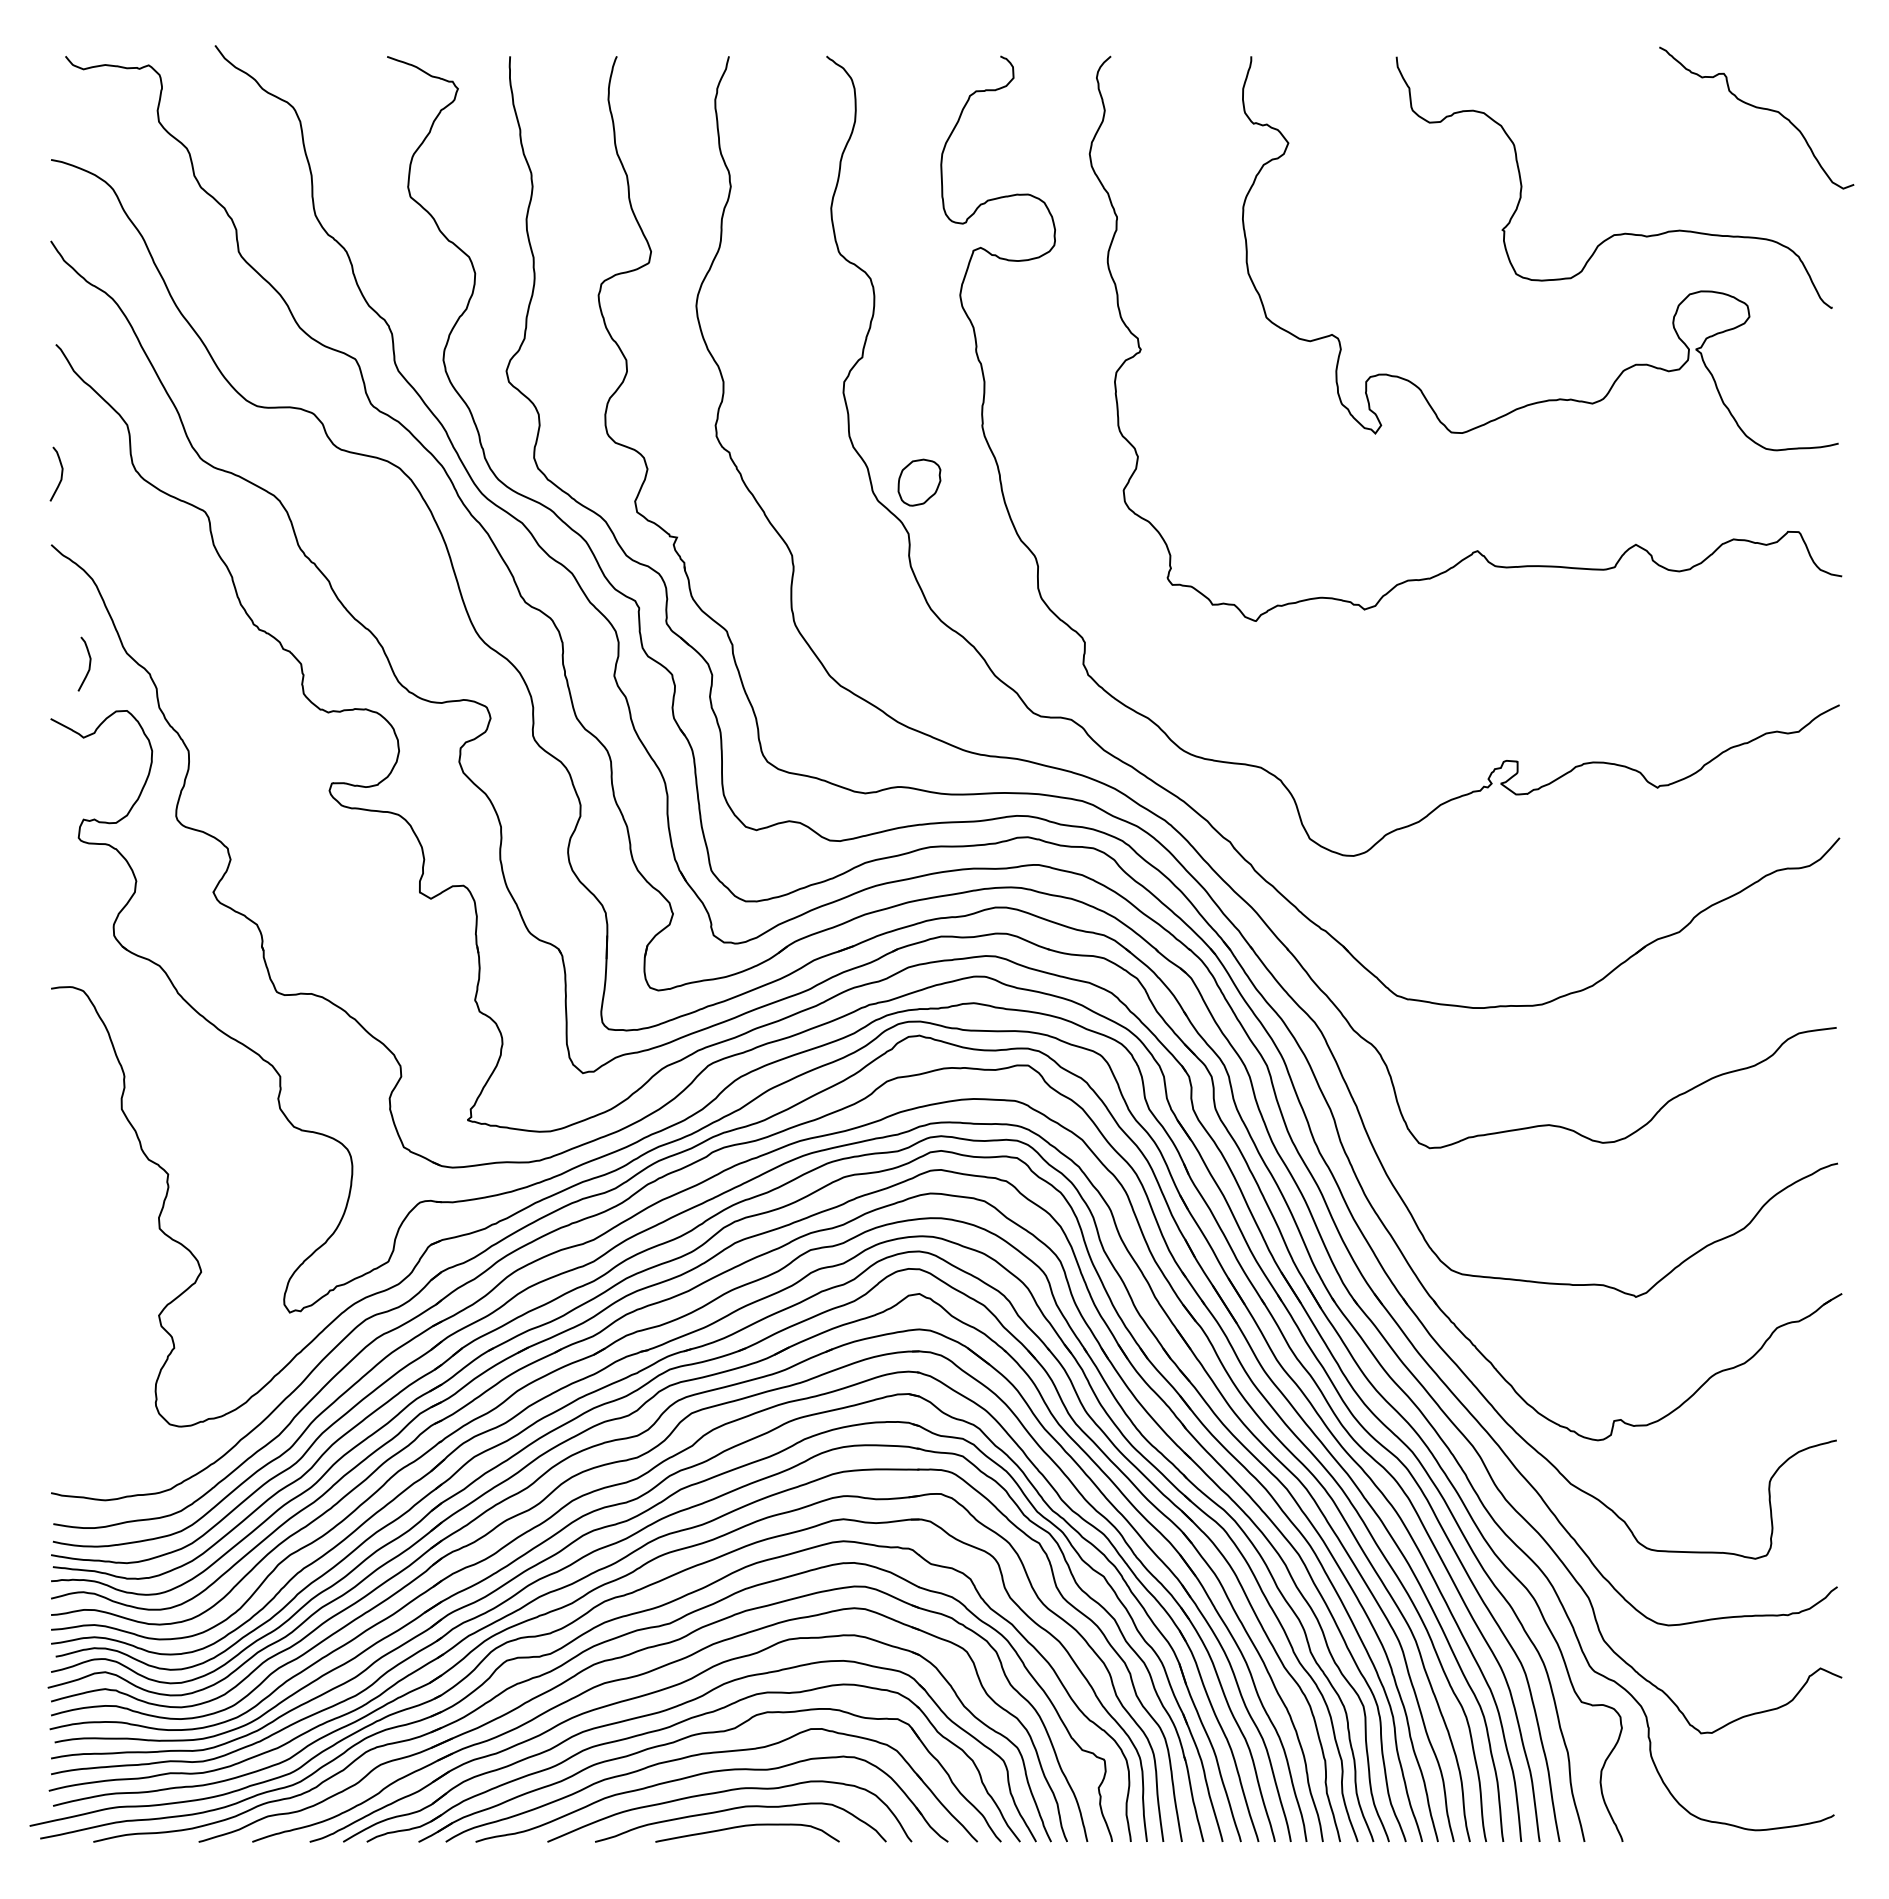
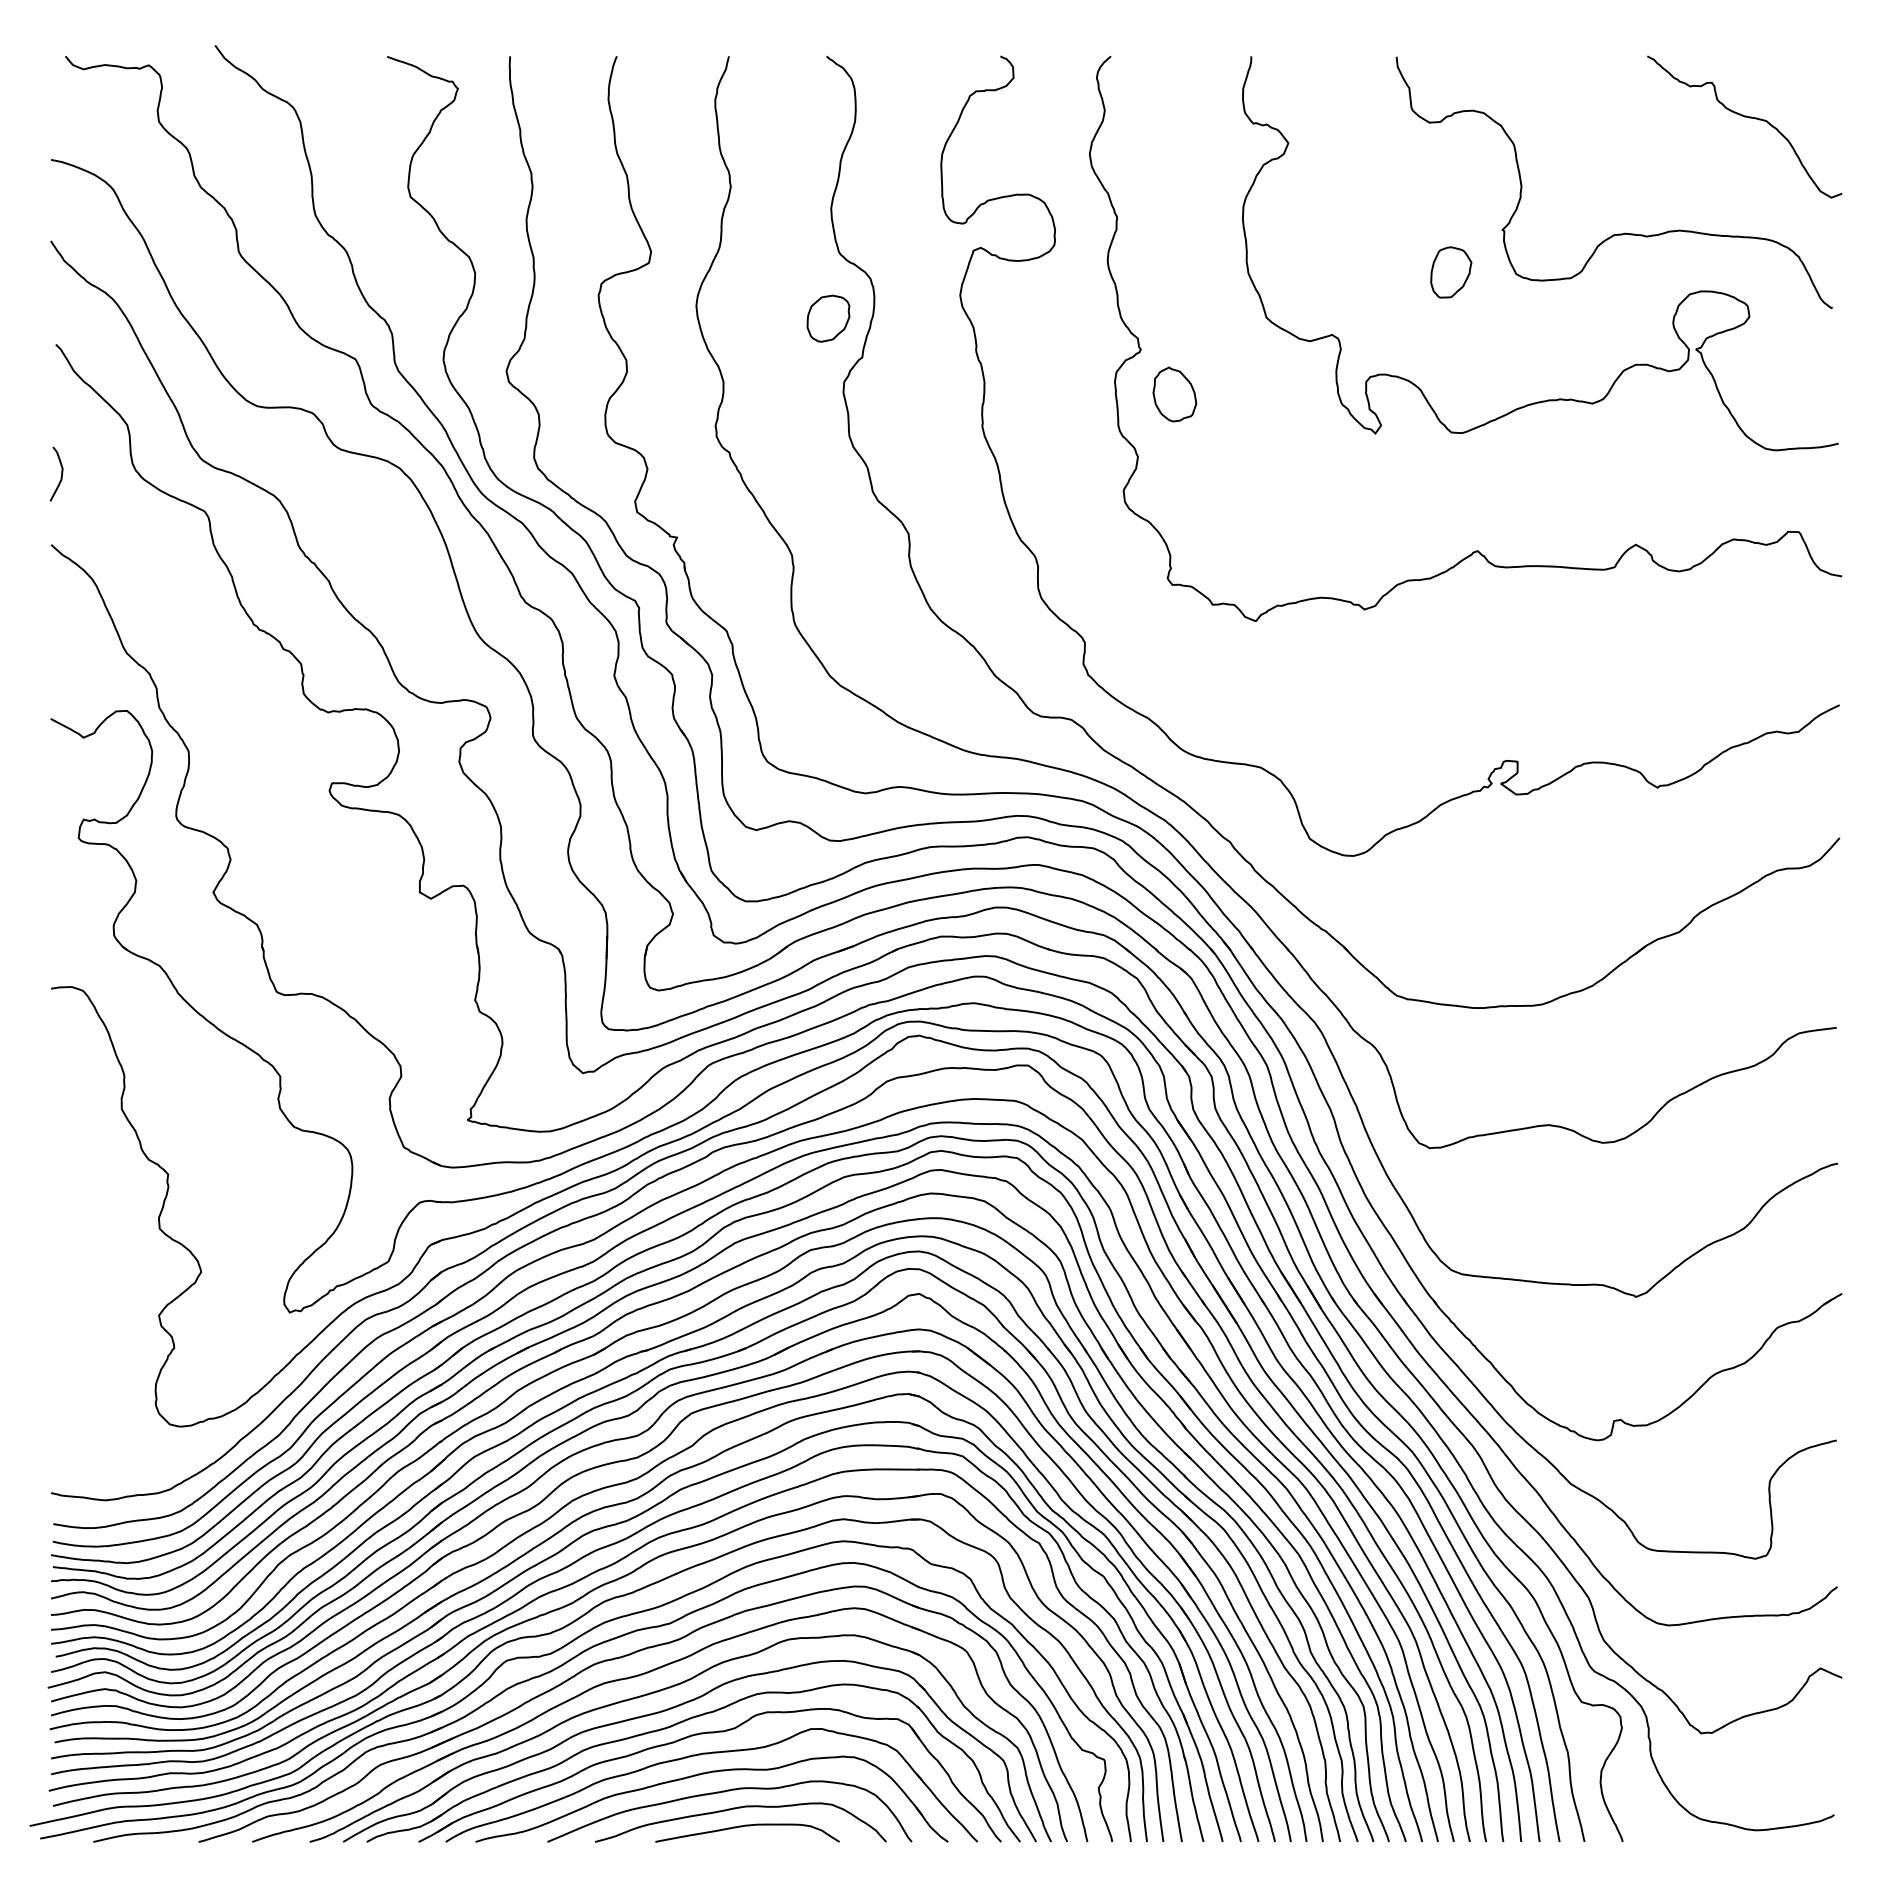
curve at (1756, 108) position: (1756, 108) -> (1744, 117)
part at (1451, 272): none -> present
part at (1174, 394): none -> present
part at (919, 482) position: (919, 482) -> (828, 318)
curve at (89, 663): present -> none
